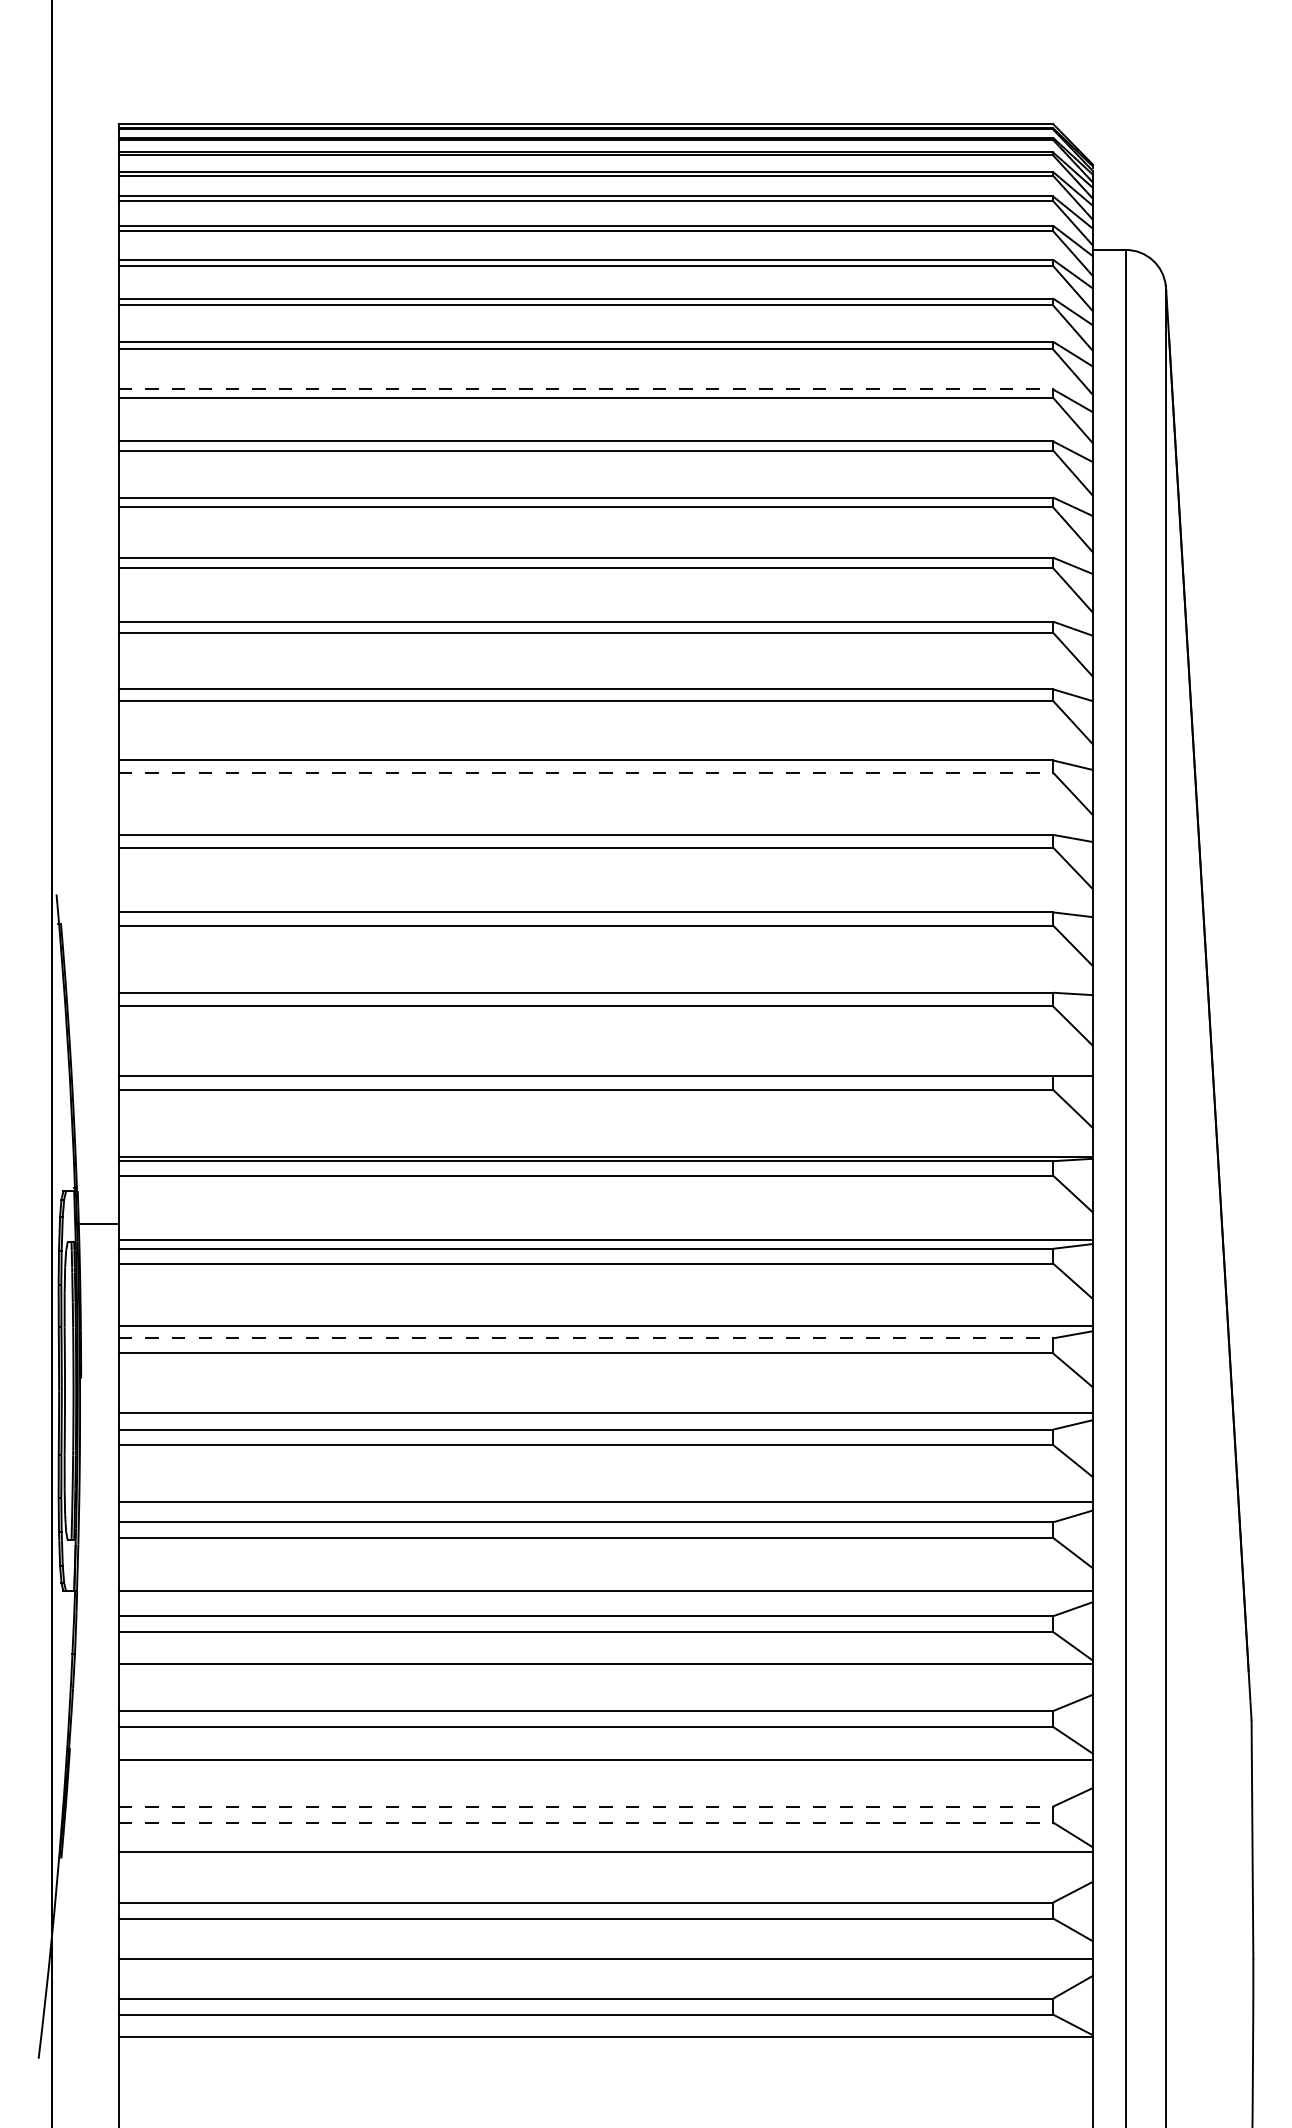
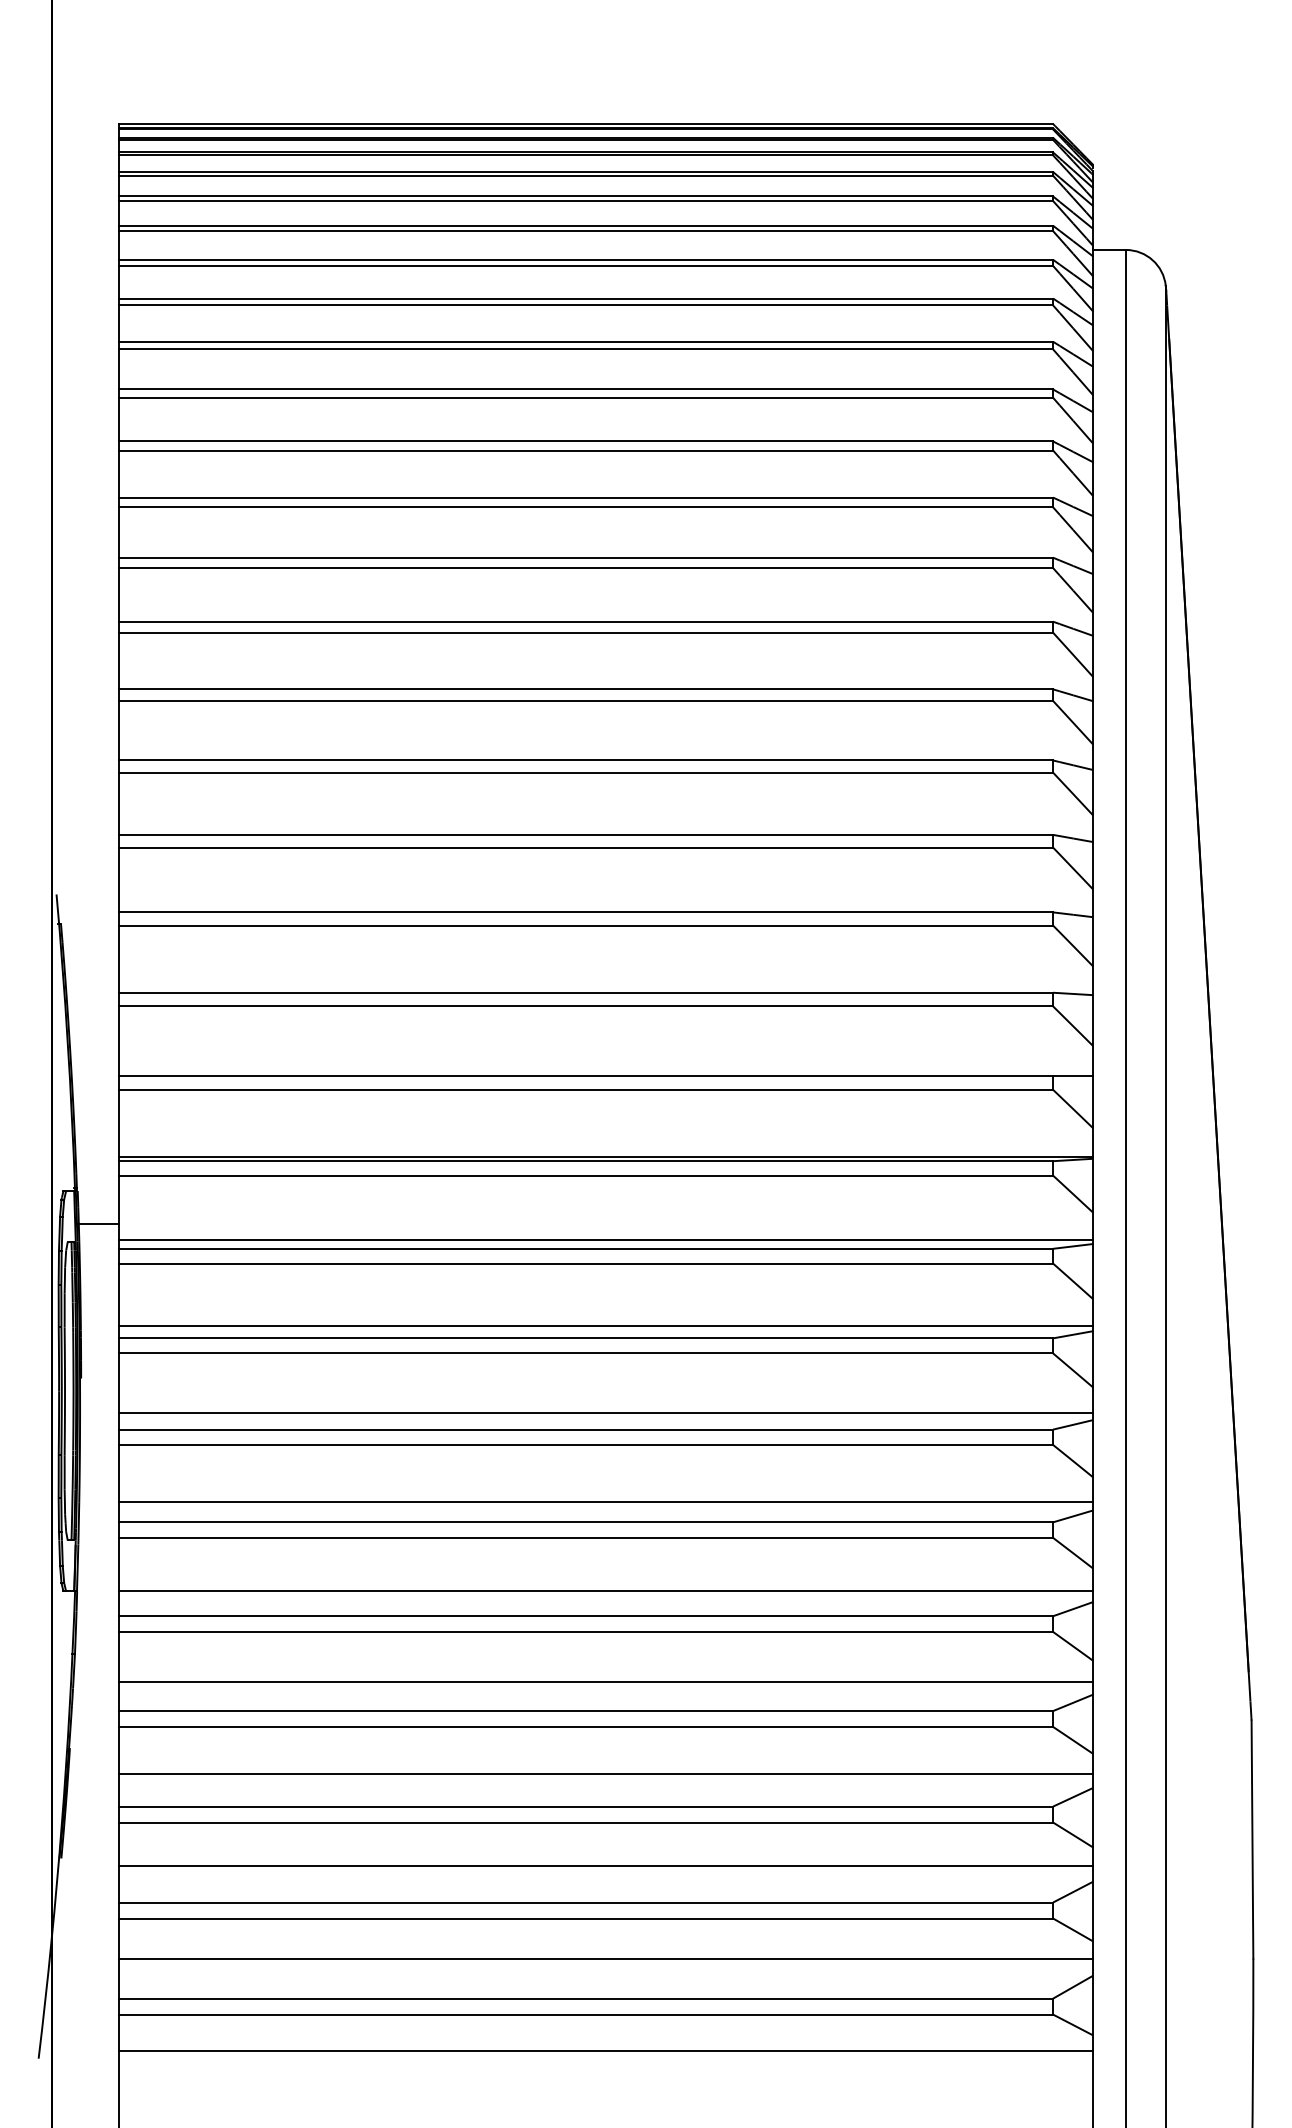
line at (586, 389): dashed -> solid
line at (586, 772): dashed -> solid
line at (586, 1338): dashed -> solid
line at (605, 1664) position: (605, 1664) -> (605, 1682)
line at (605, 1760) position: (605, 1760) -> (605, 1774)
line at (586, 1806): dashed -> solid
line at (586, 1822): dashed -> solid
line at (605, 1852) position: (605, 1852) -> (605, 1866)
line at (605, 2036) position: (605, 2036) -> (605, 2050)
